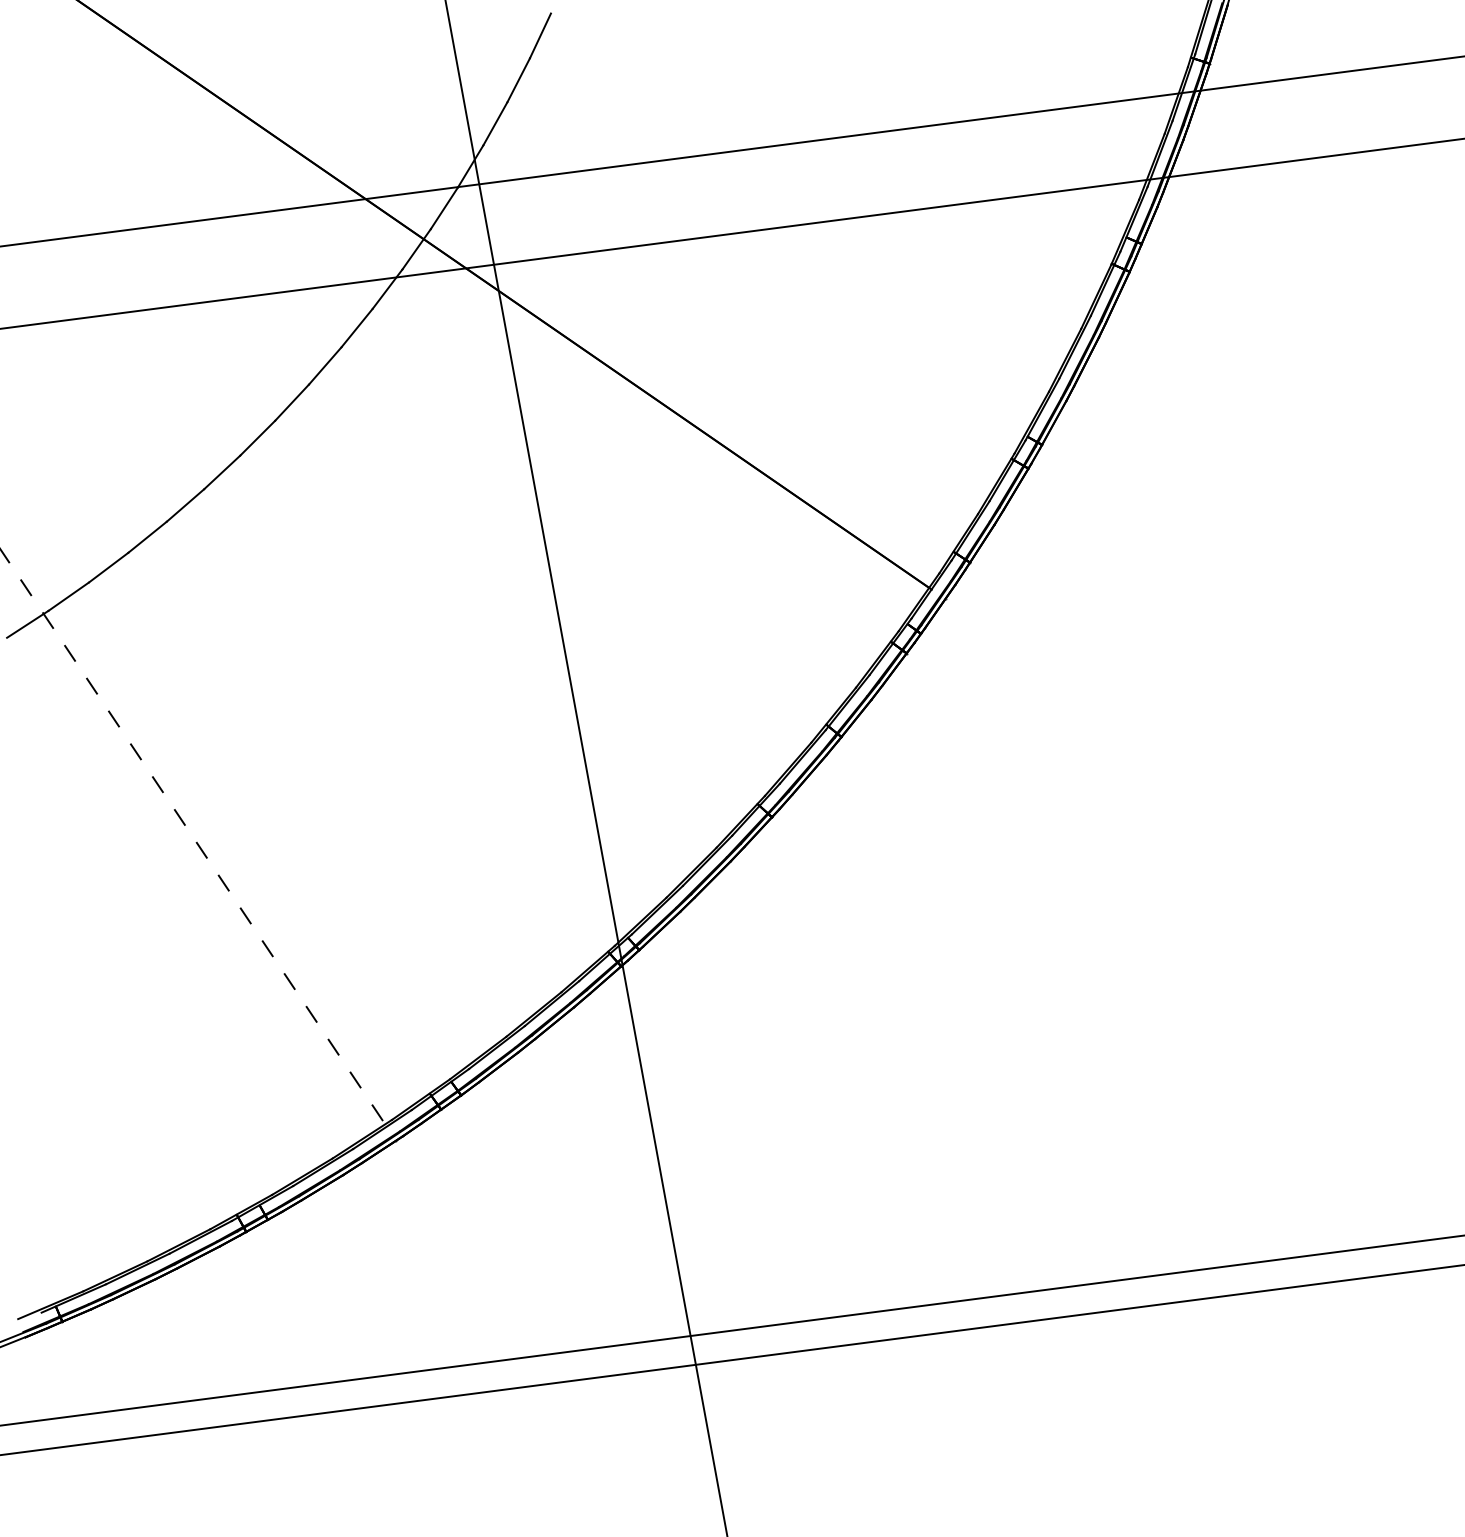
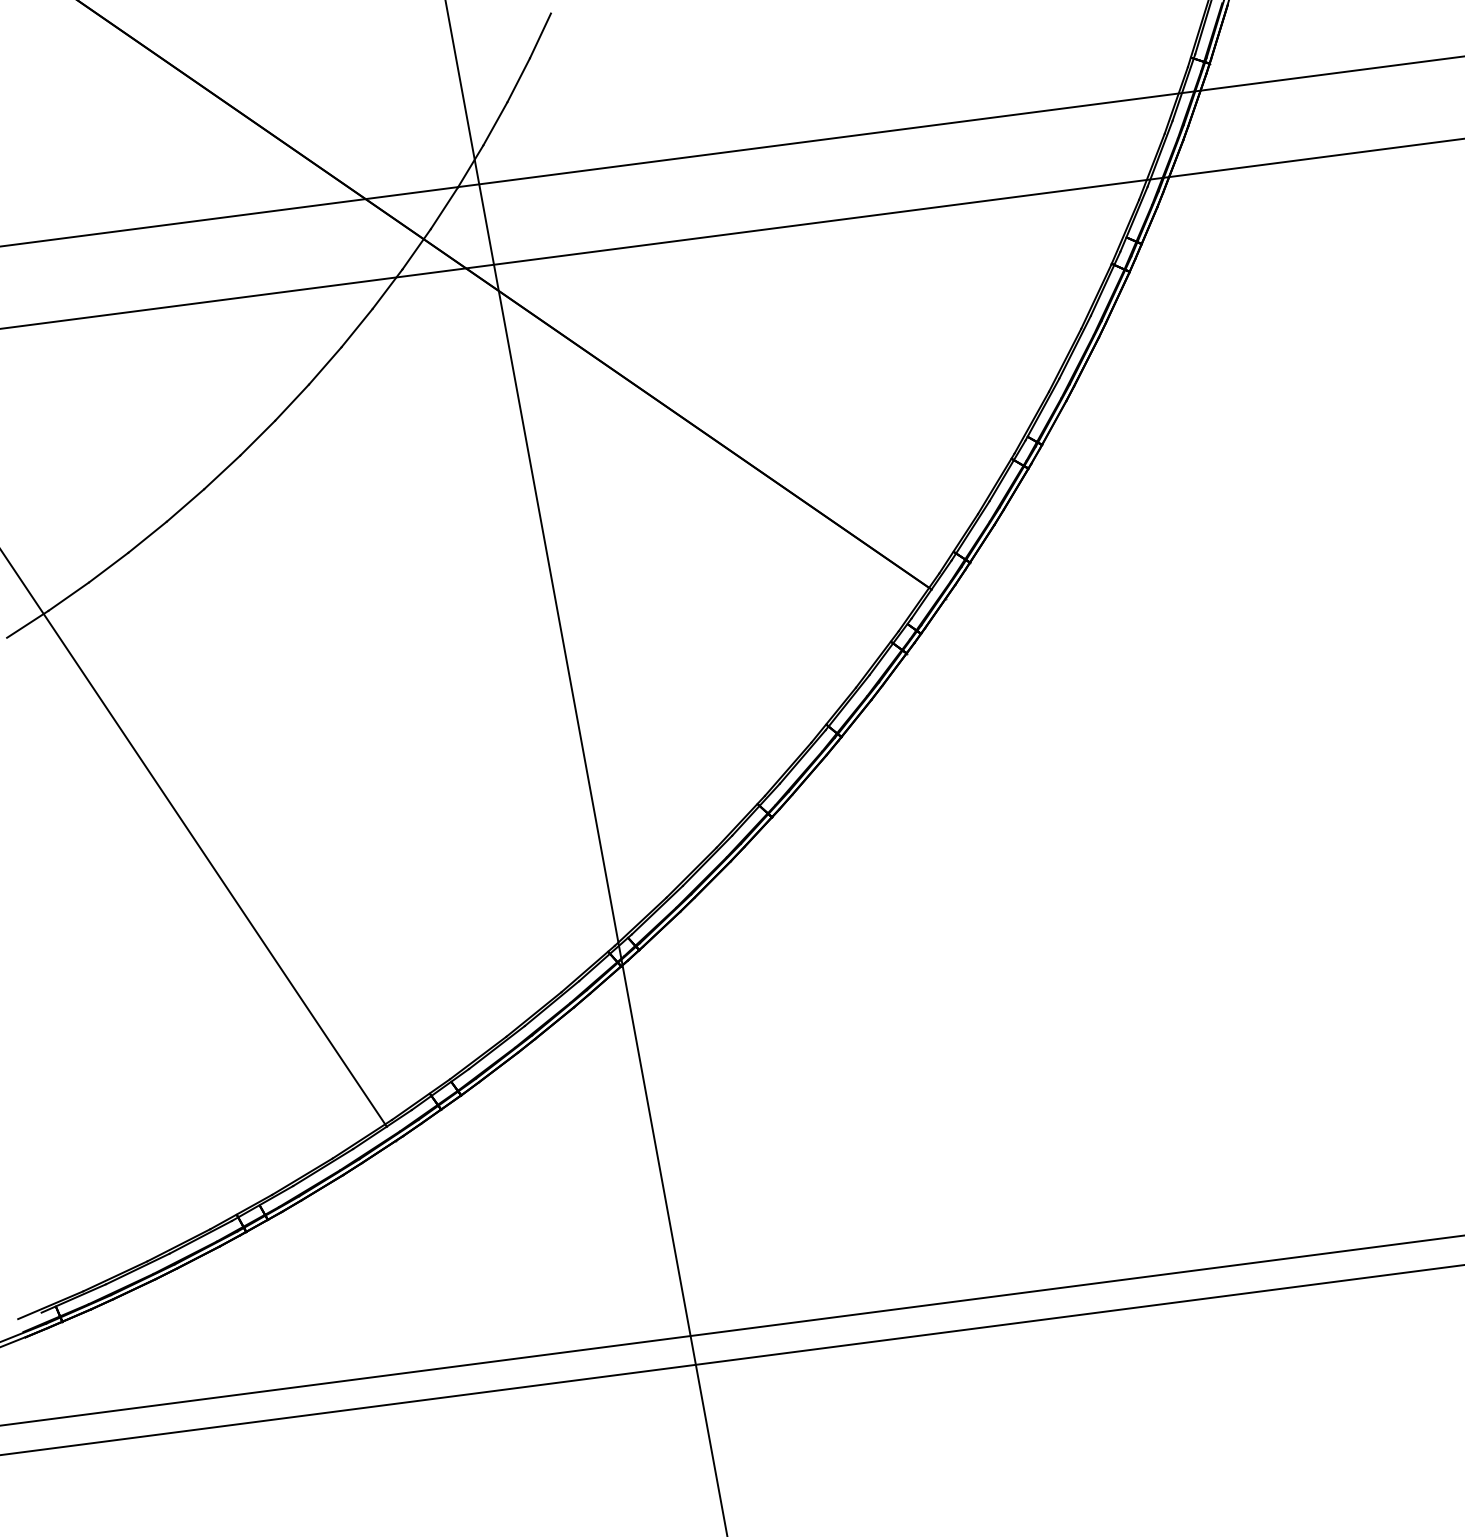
line at (193, 838): dashed -> solid
